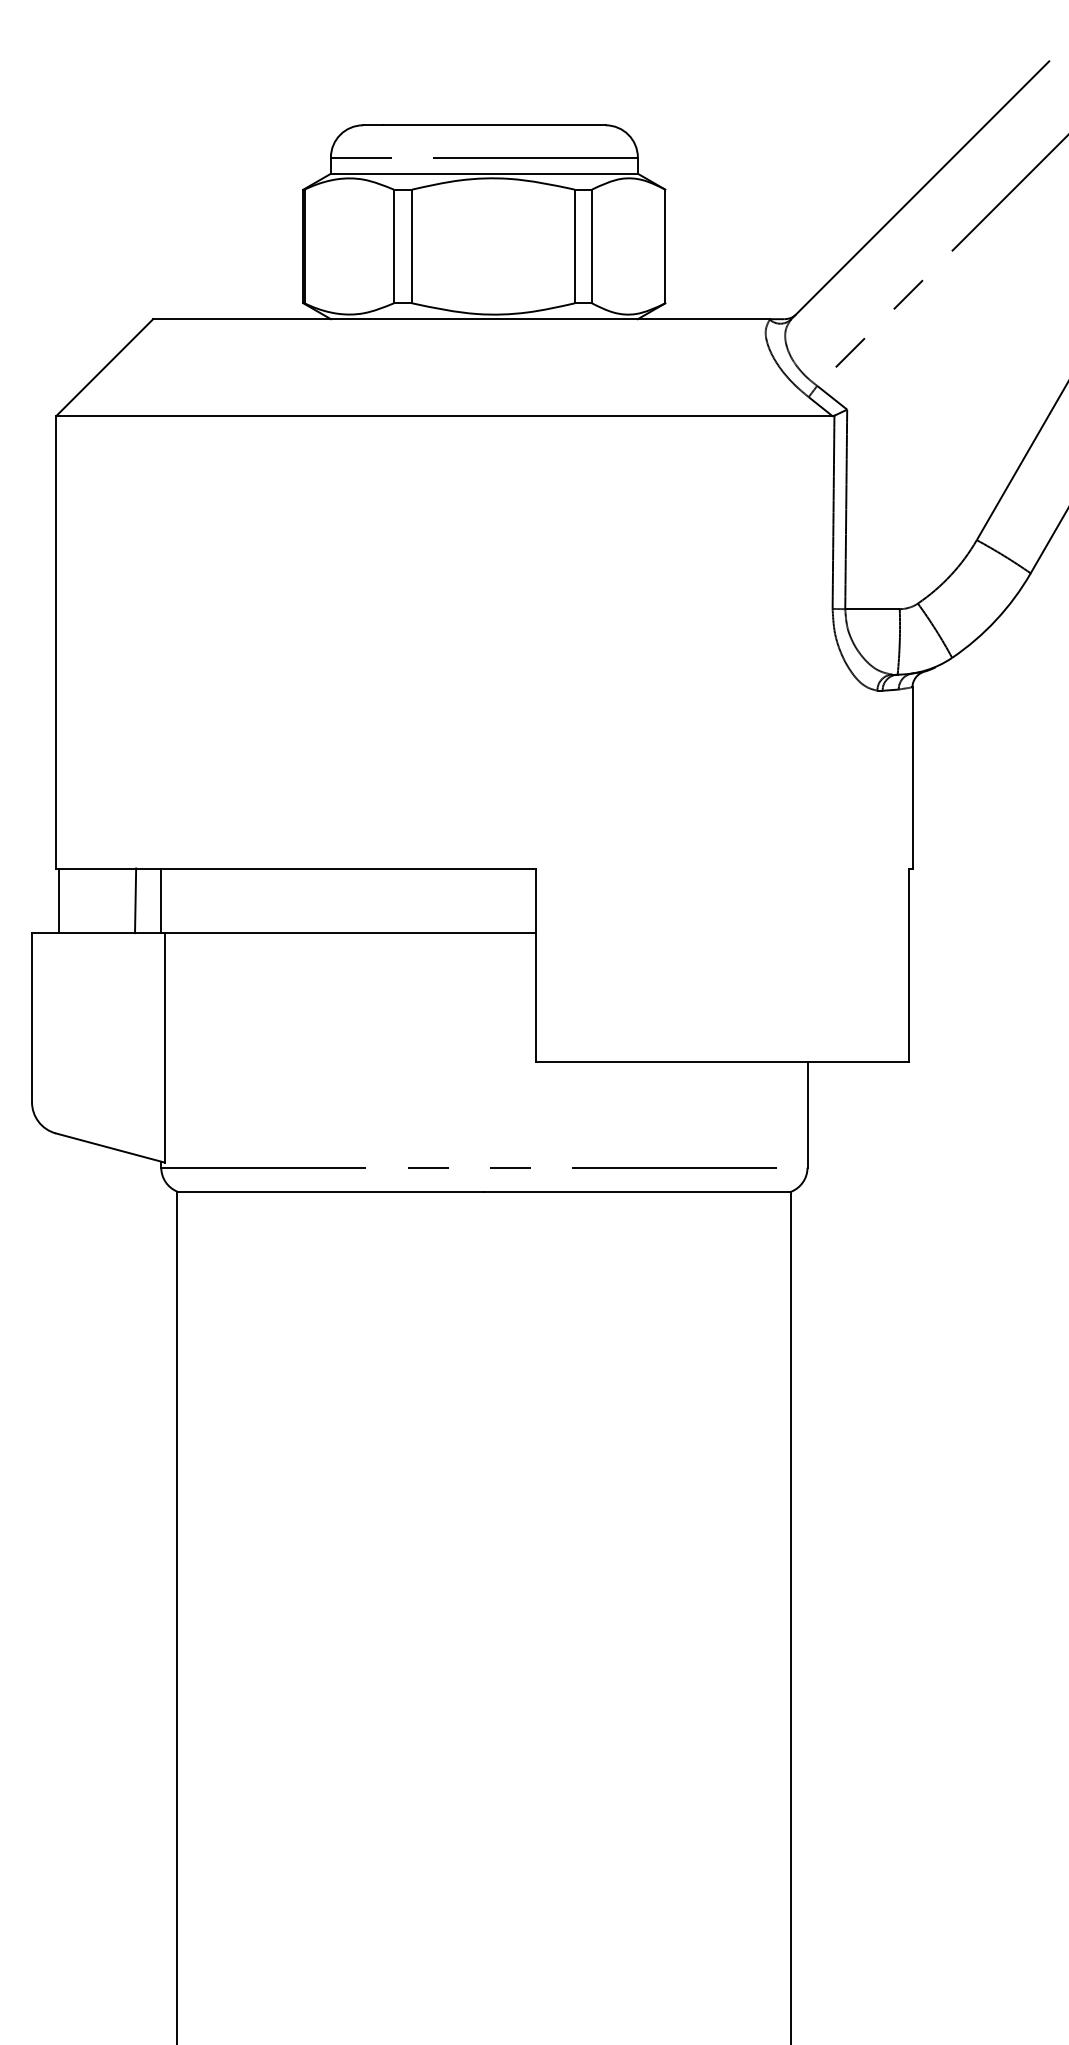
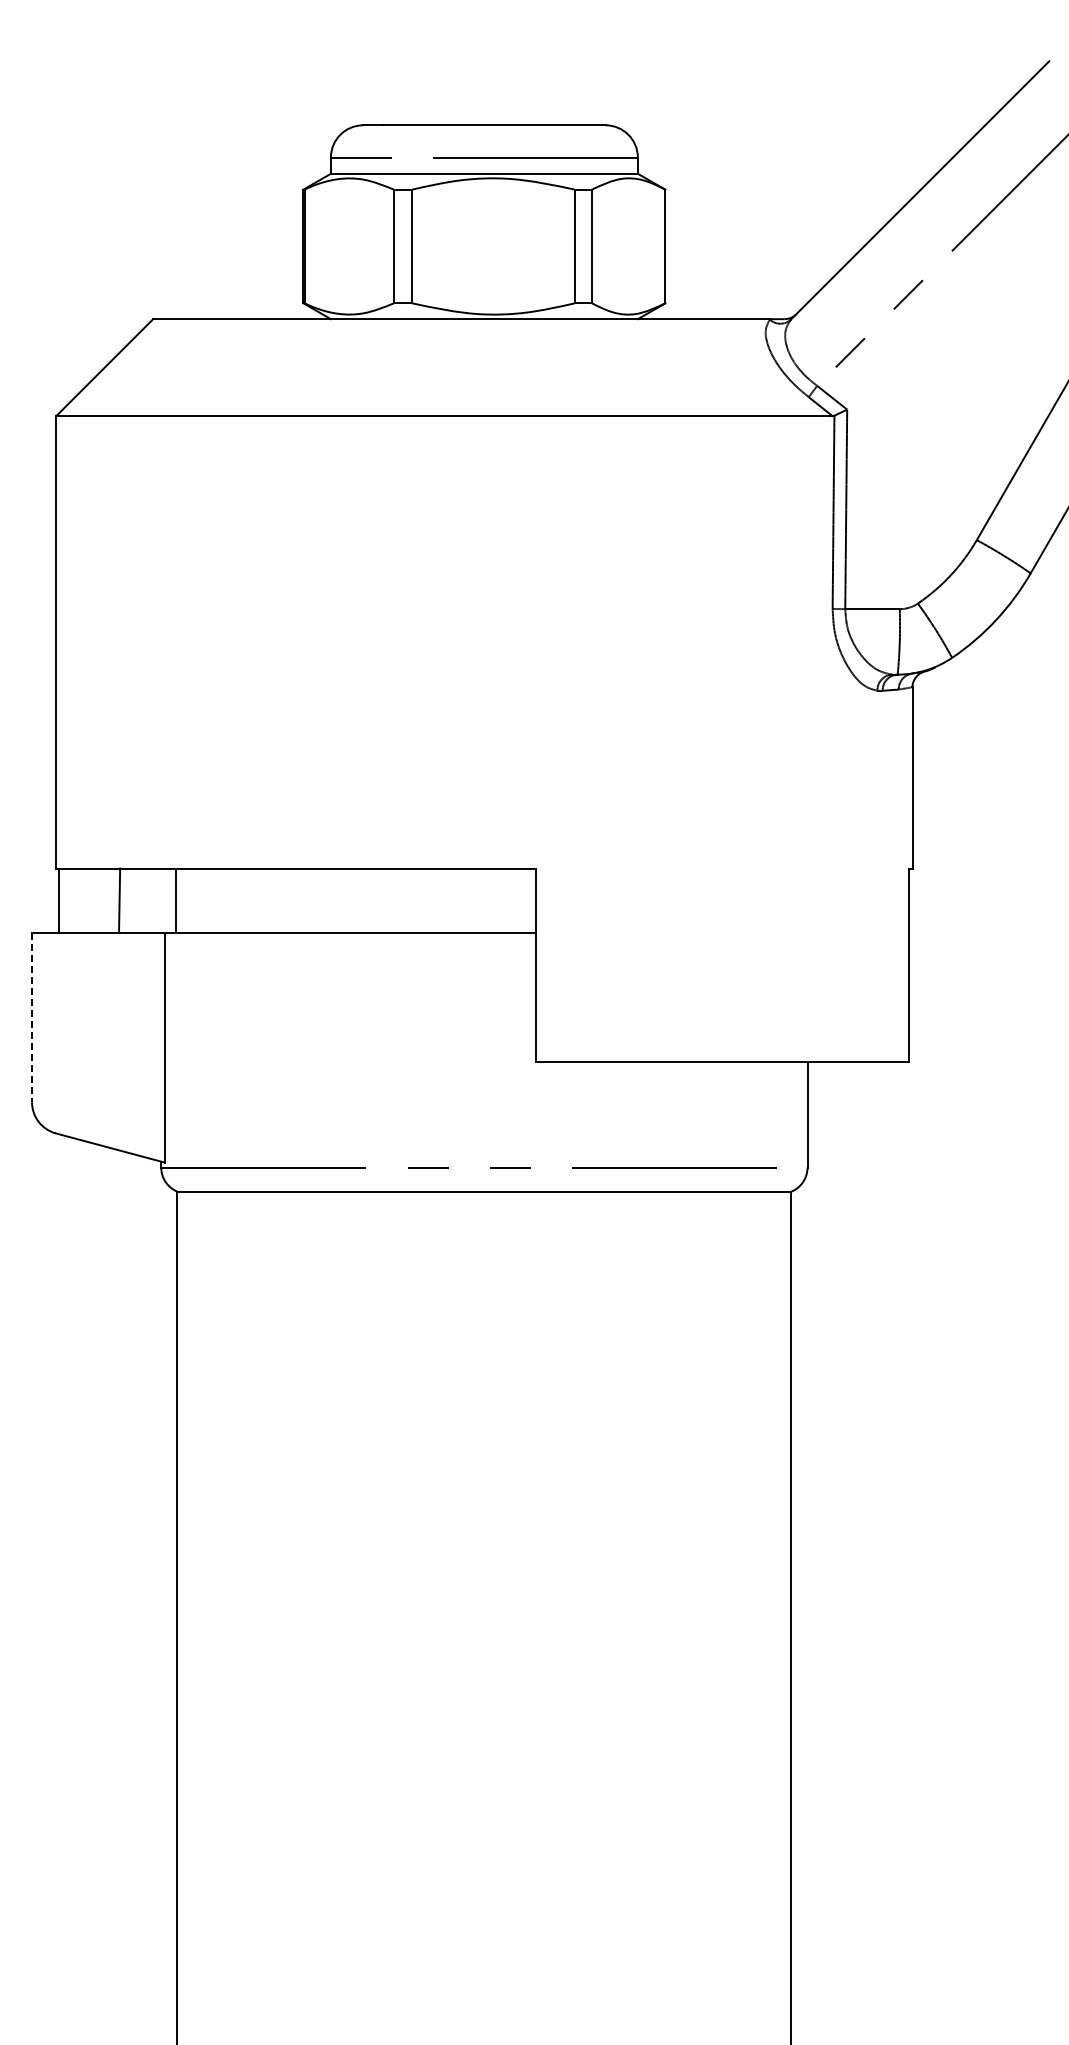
line at (135, 900) position: (135, 900) -> (119, 900)
line at (161, 900) position: (161, 900) -> (176, 900)
line at (32, 1017): solid -> dashed
